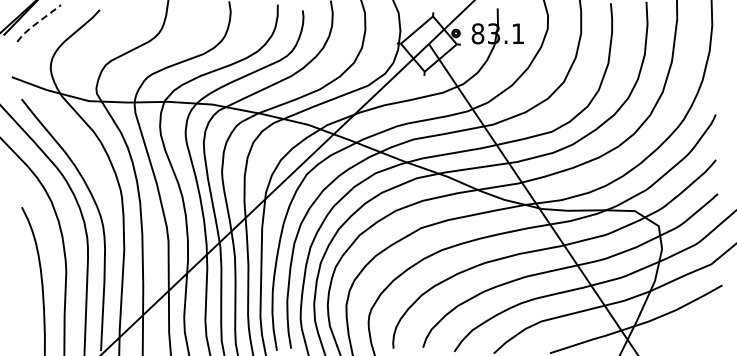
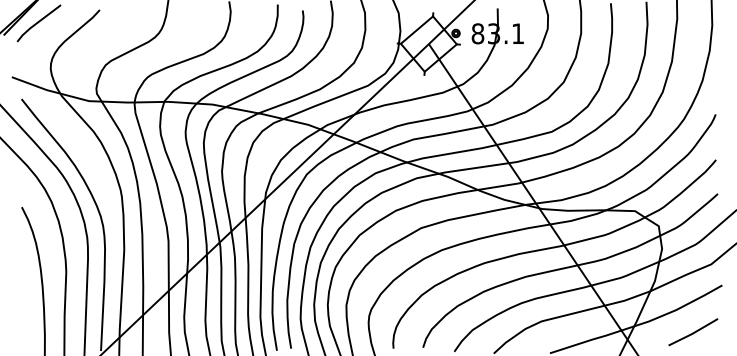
line at (37, 22): dashed -> solid
line at (693, 332): none -> present
